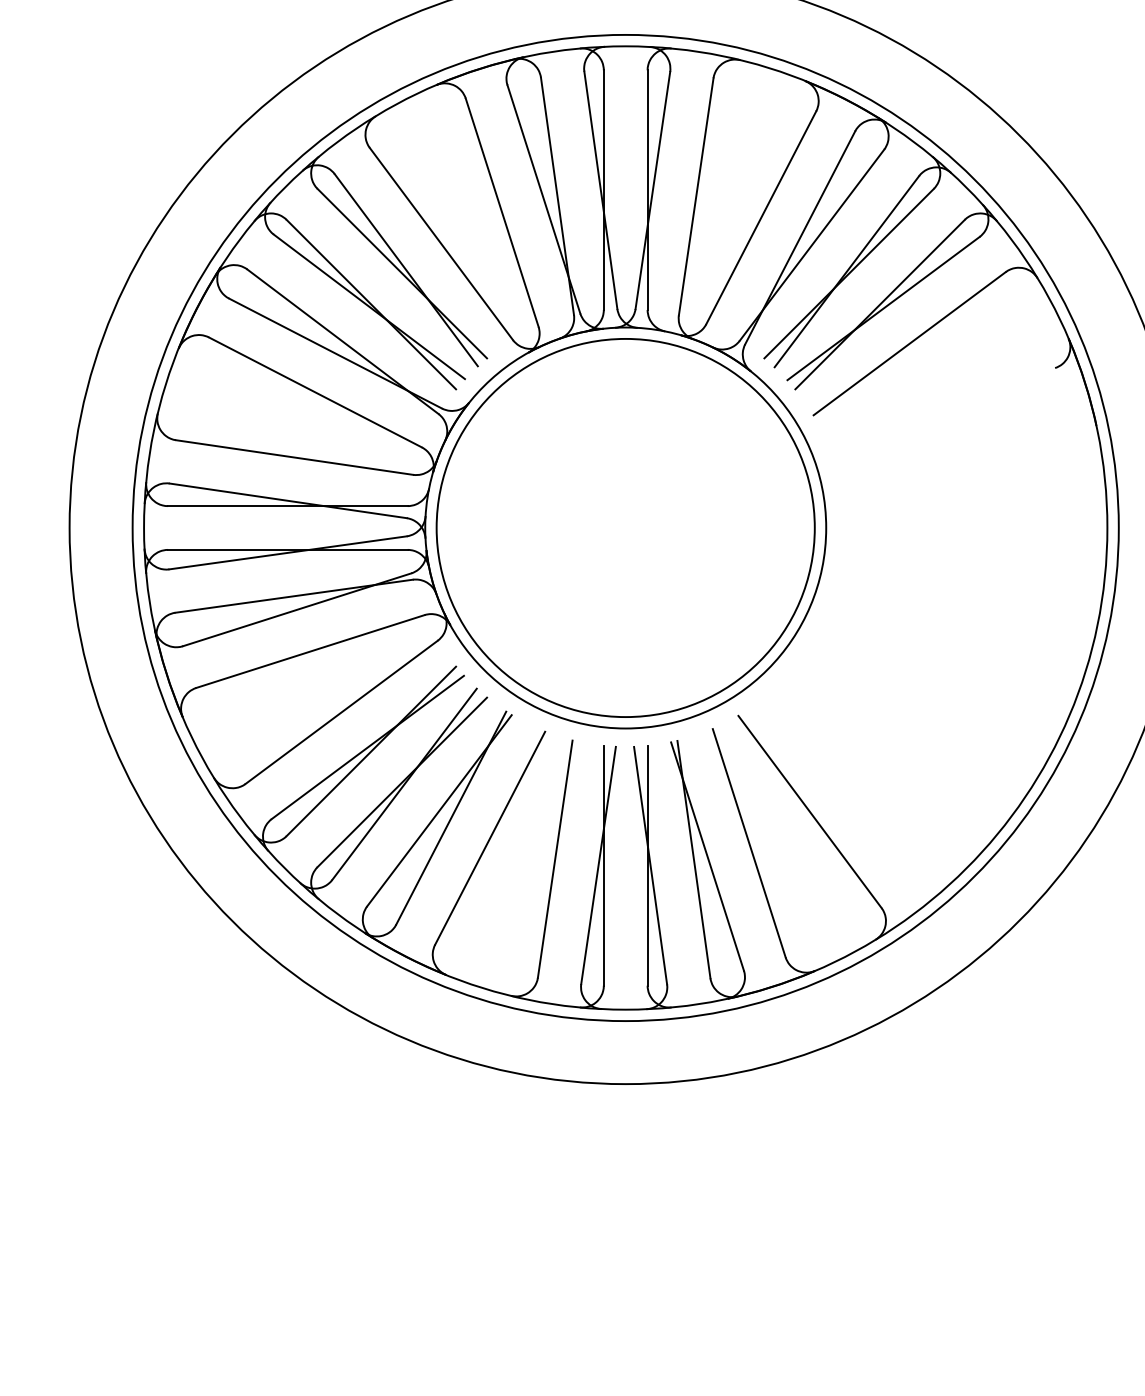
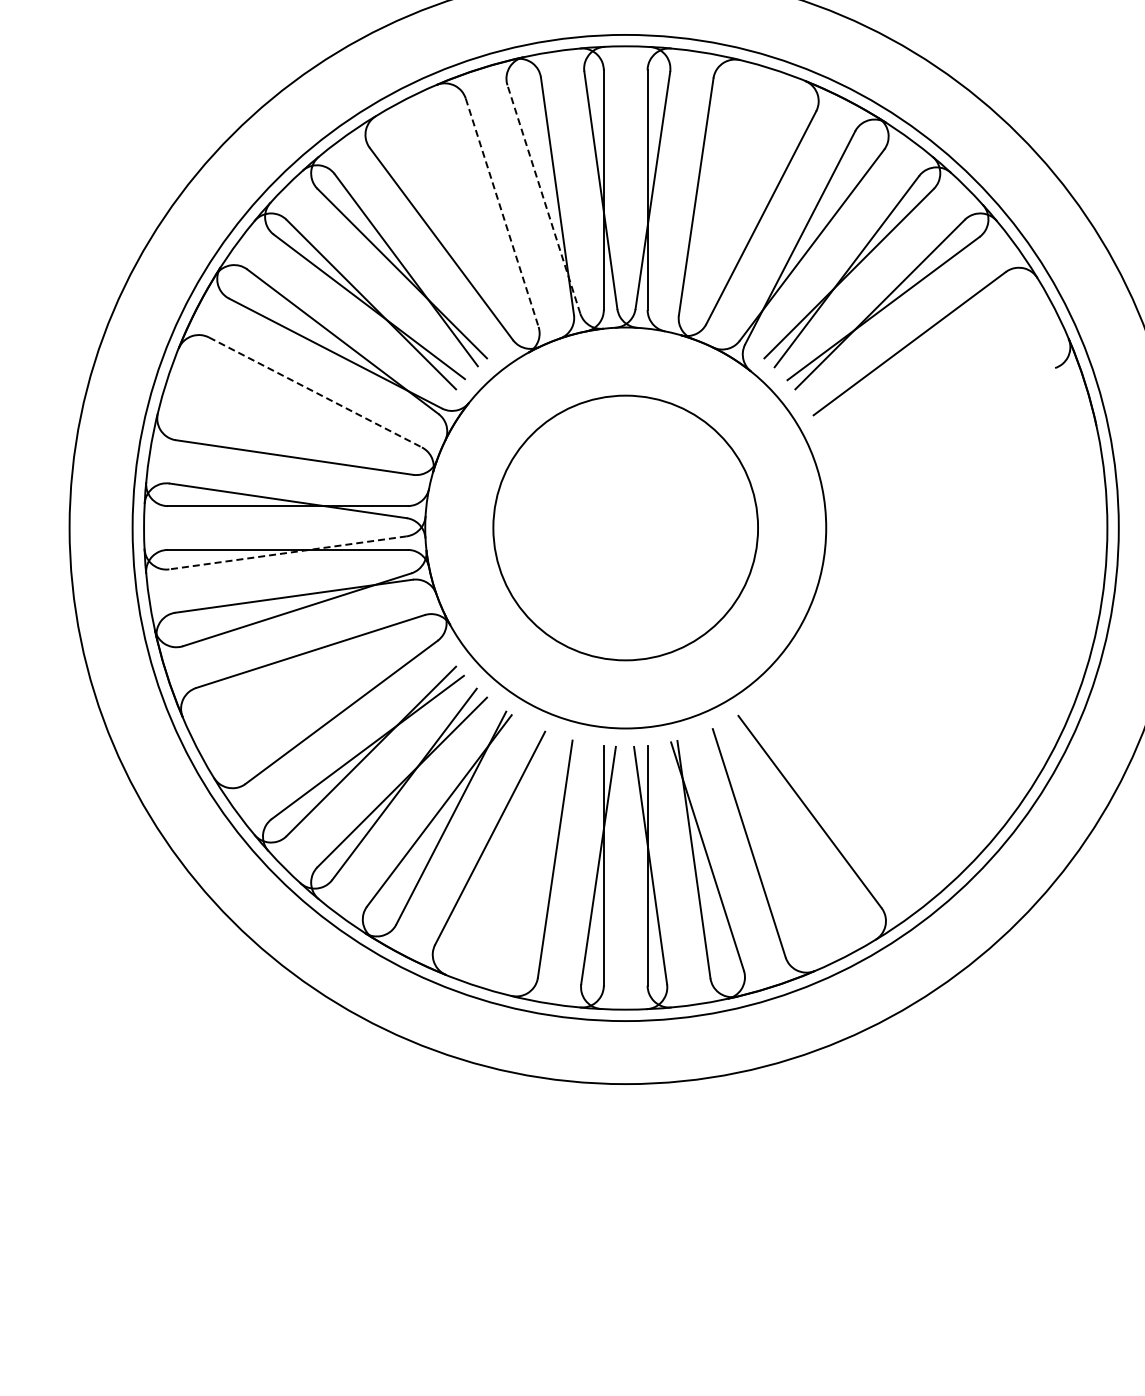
line at (543, 199): solid -> dashed
line at (502, 212): solid -> dashed
line at (315, 392): solid -> dashed
circle at (625, 527) diameter: 378 px -> 265 px
line at (288, 552): solid -> dashed
